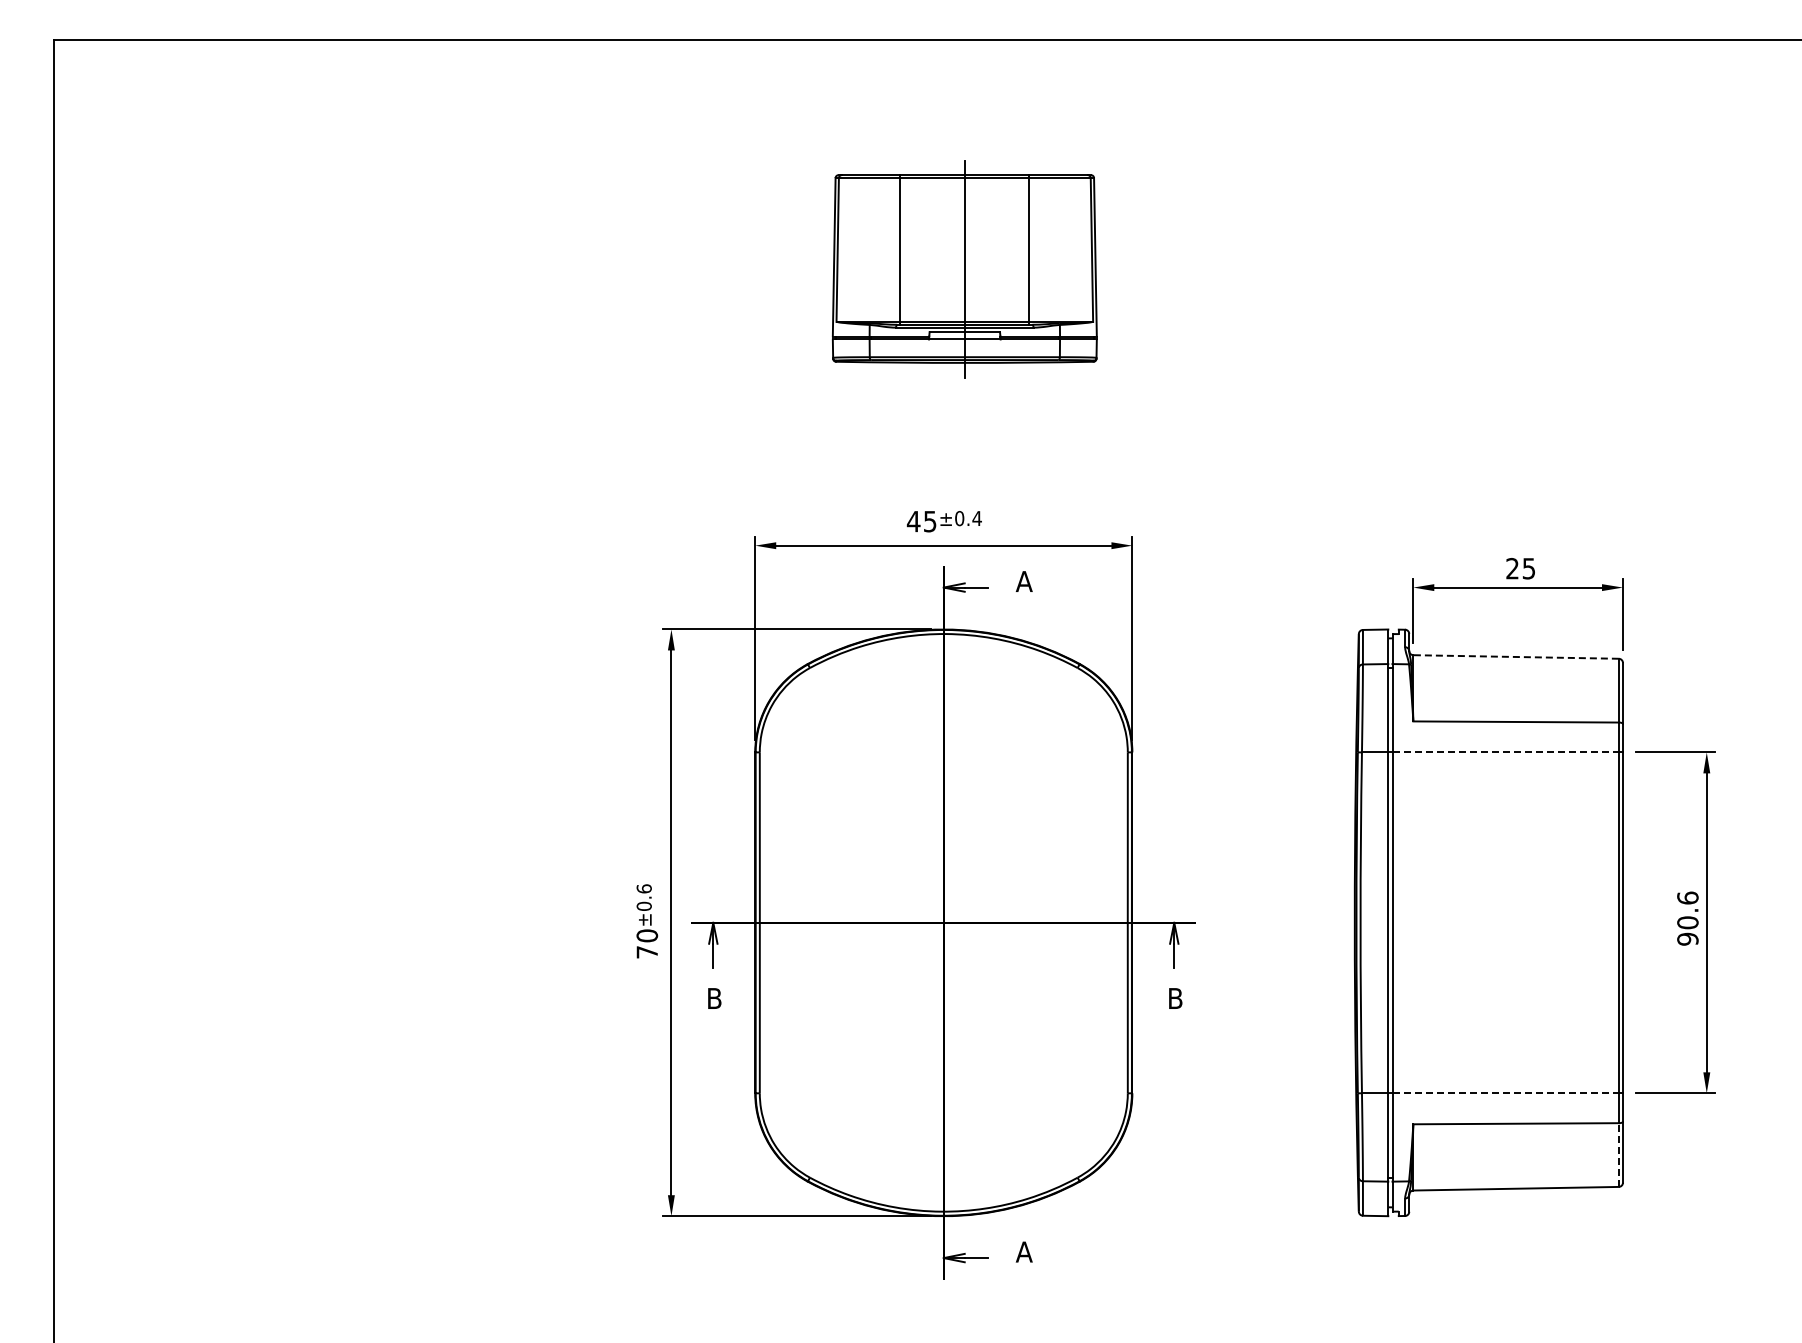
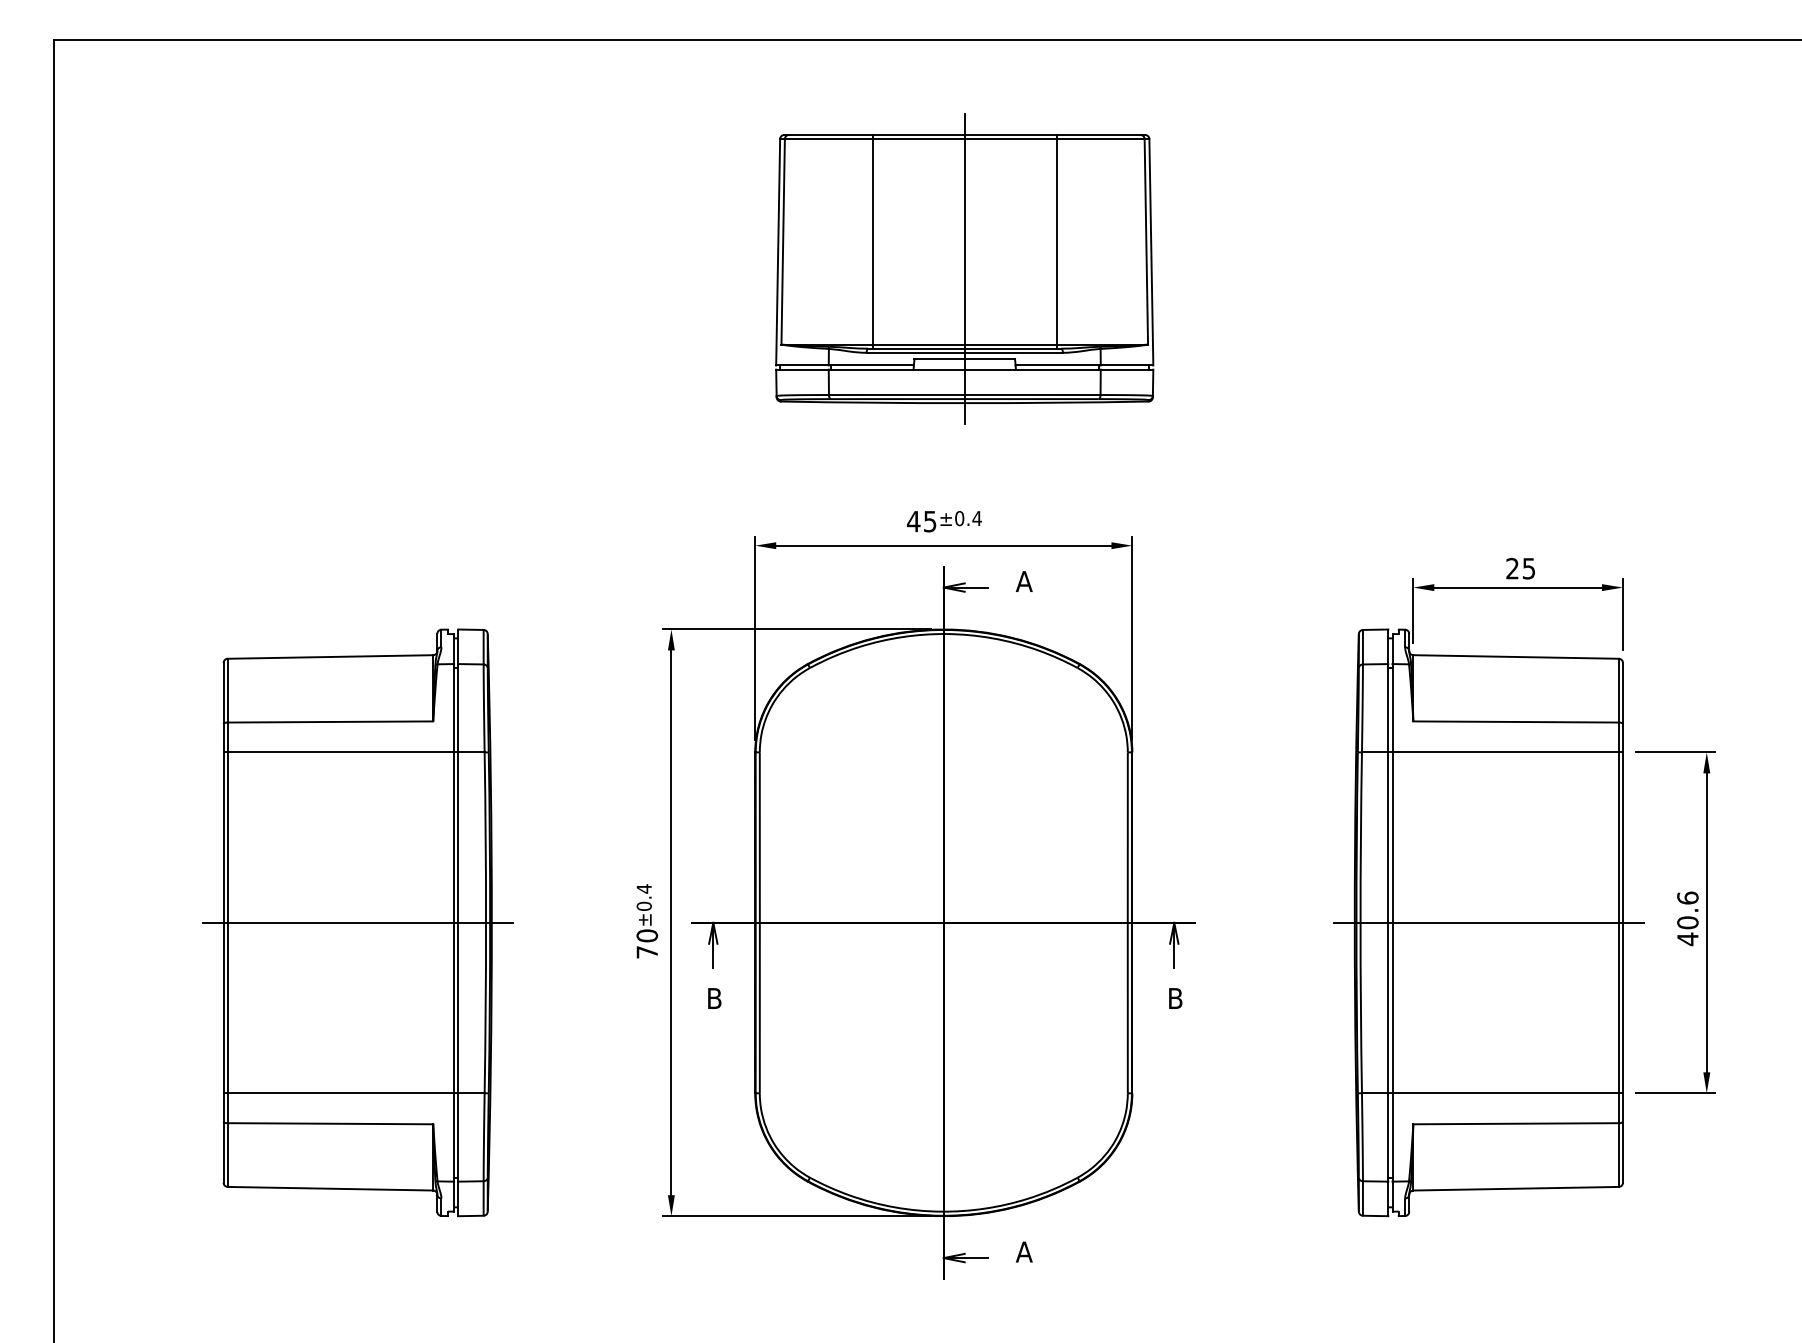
part at (964, 269) size: 267x219 px -> 380x312 px
line at (1516, 656): dashed -> solid
line at (1506, 752): dashed -> solid
text at (643, 888): ±0.6 -> ±0.4
part at (357, 922): none -> present
line at (1488, 922): none -> present
text at (1687, 939): 90.6 -> 40.6
line at (1506, 1093): dashed -> solid
line at (1618, 1155): dashed -> solid
